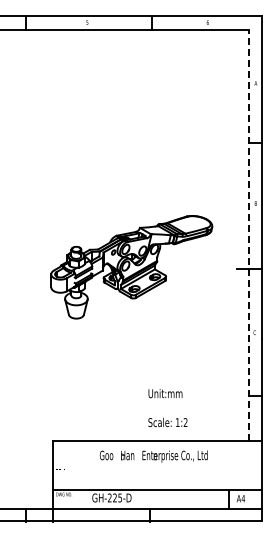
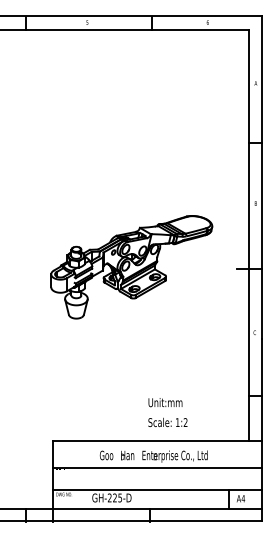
line at (249, 235): dashed -> solid
text at (165, 393) position: (165, 393) -> (165, 402)
line at (156, 468): none -> present
